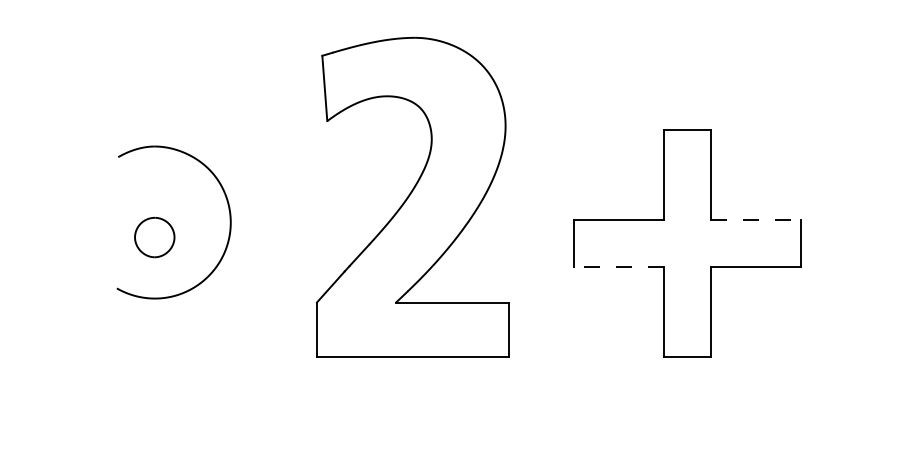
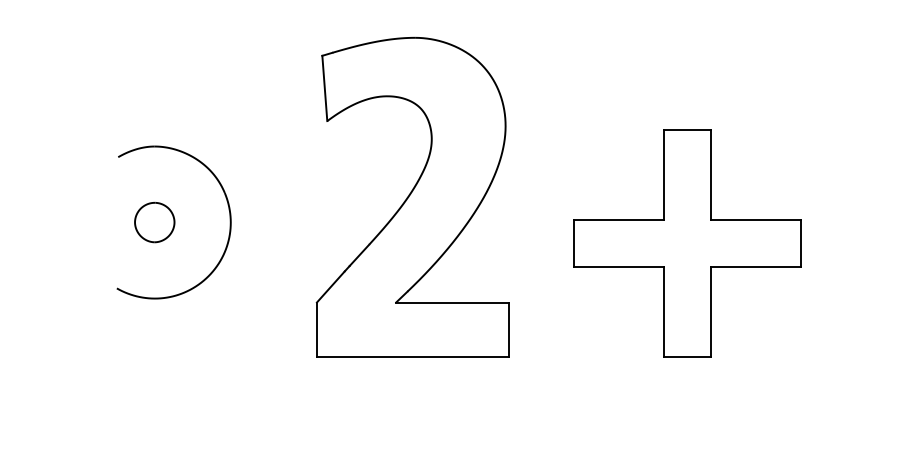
line at (756, 220): dashed -> solid
part at (154, 237) position: (154, 237) -> (154, 222)
line at (618, 266): dashed -> solid
